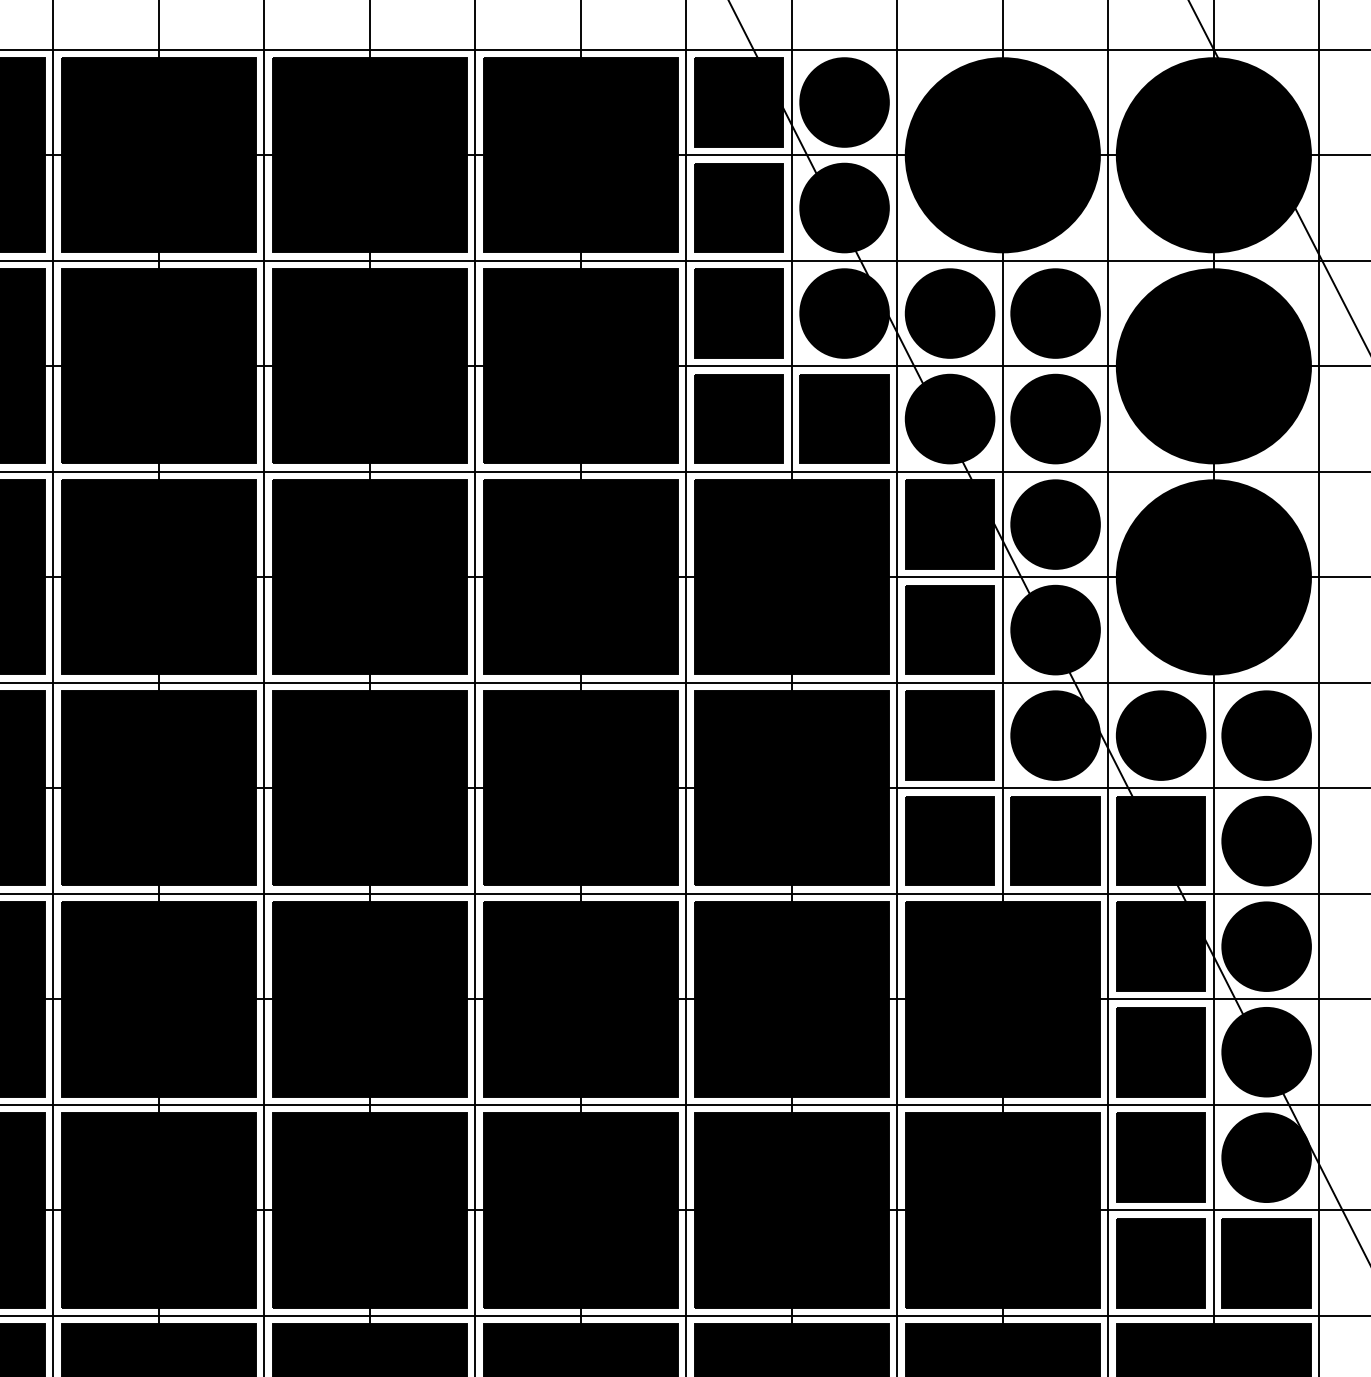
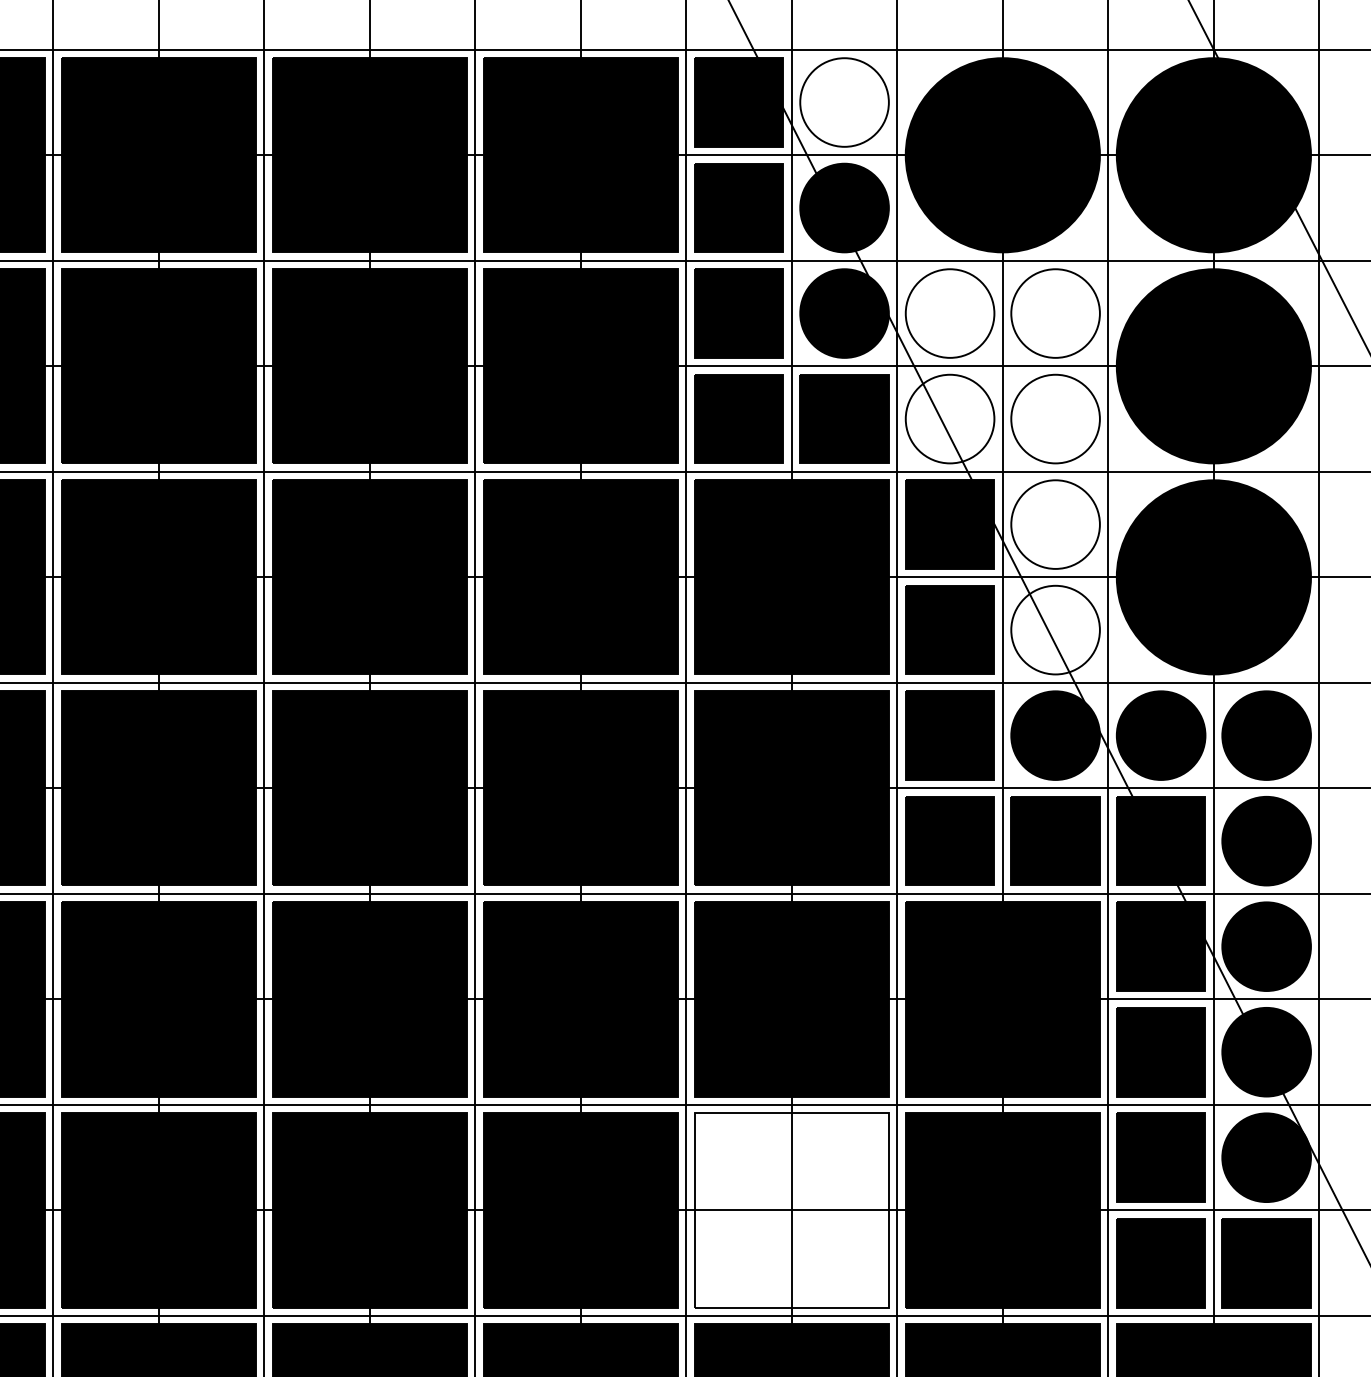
fill at (844, 102): present -> none
fill at (949, 313): present -> none
fill at (1055, 313): present -> none
fill at (949, 418): present -> none
fill at (1055, 418): present -> none
fill at (1055, 524): present -> none
fill at (1055, 629): present -> none
fill at (791, 1210): present -> none
